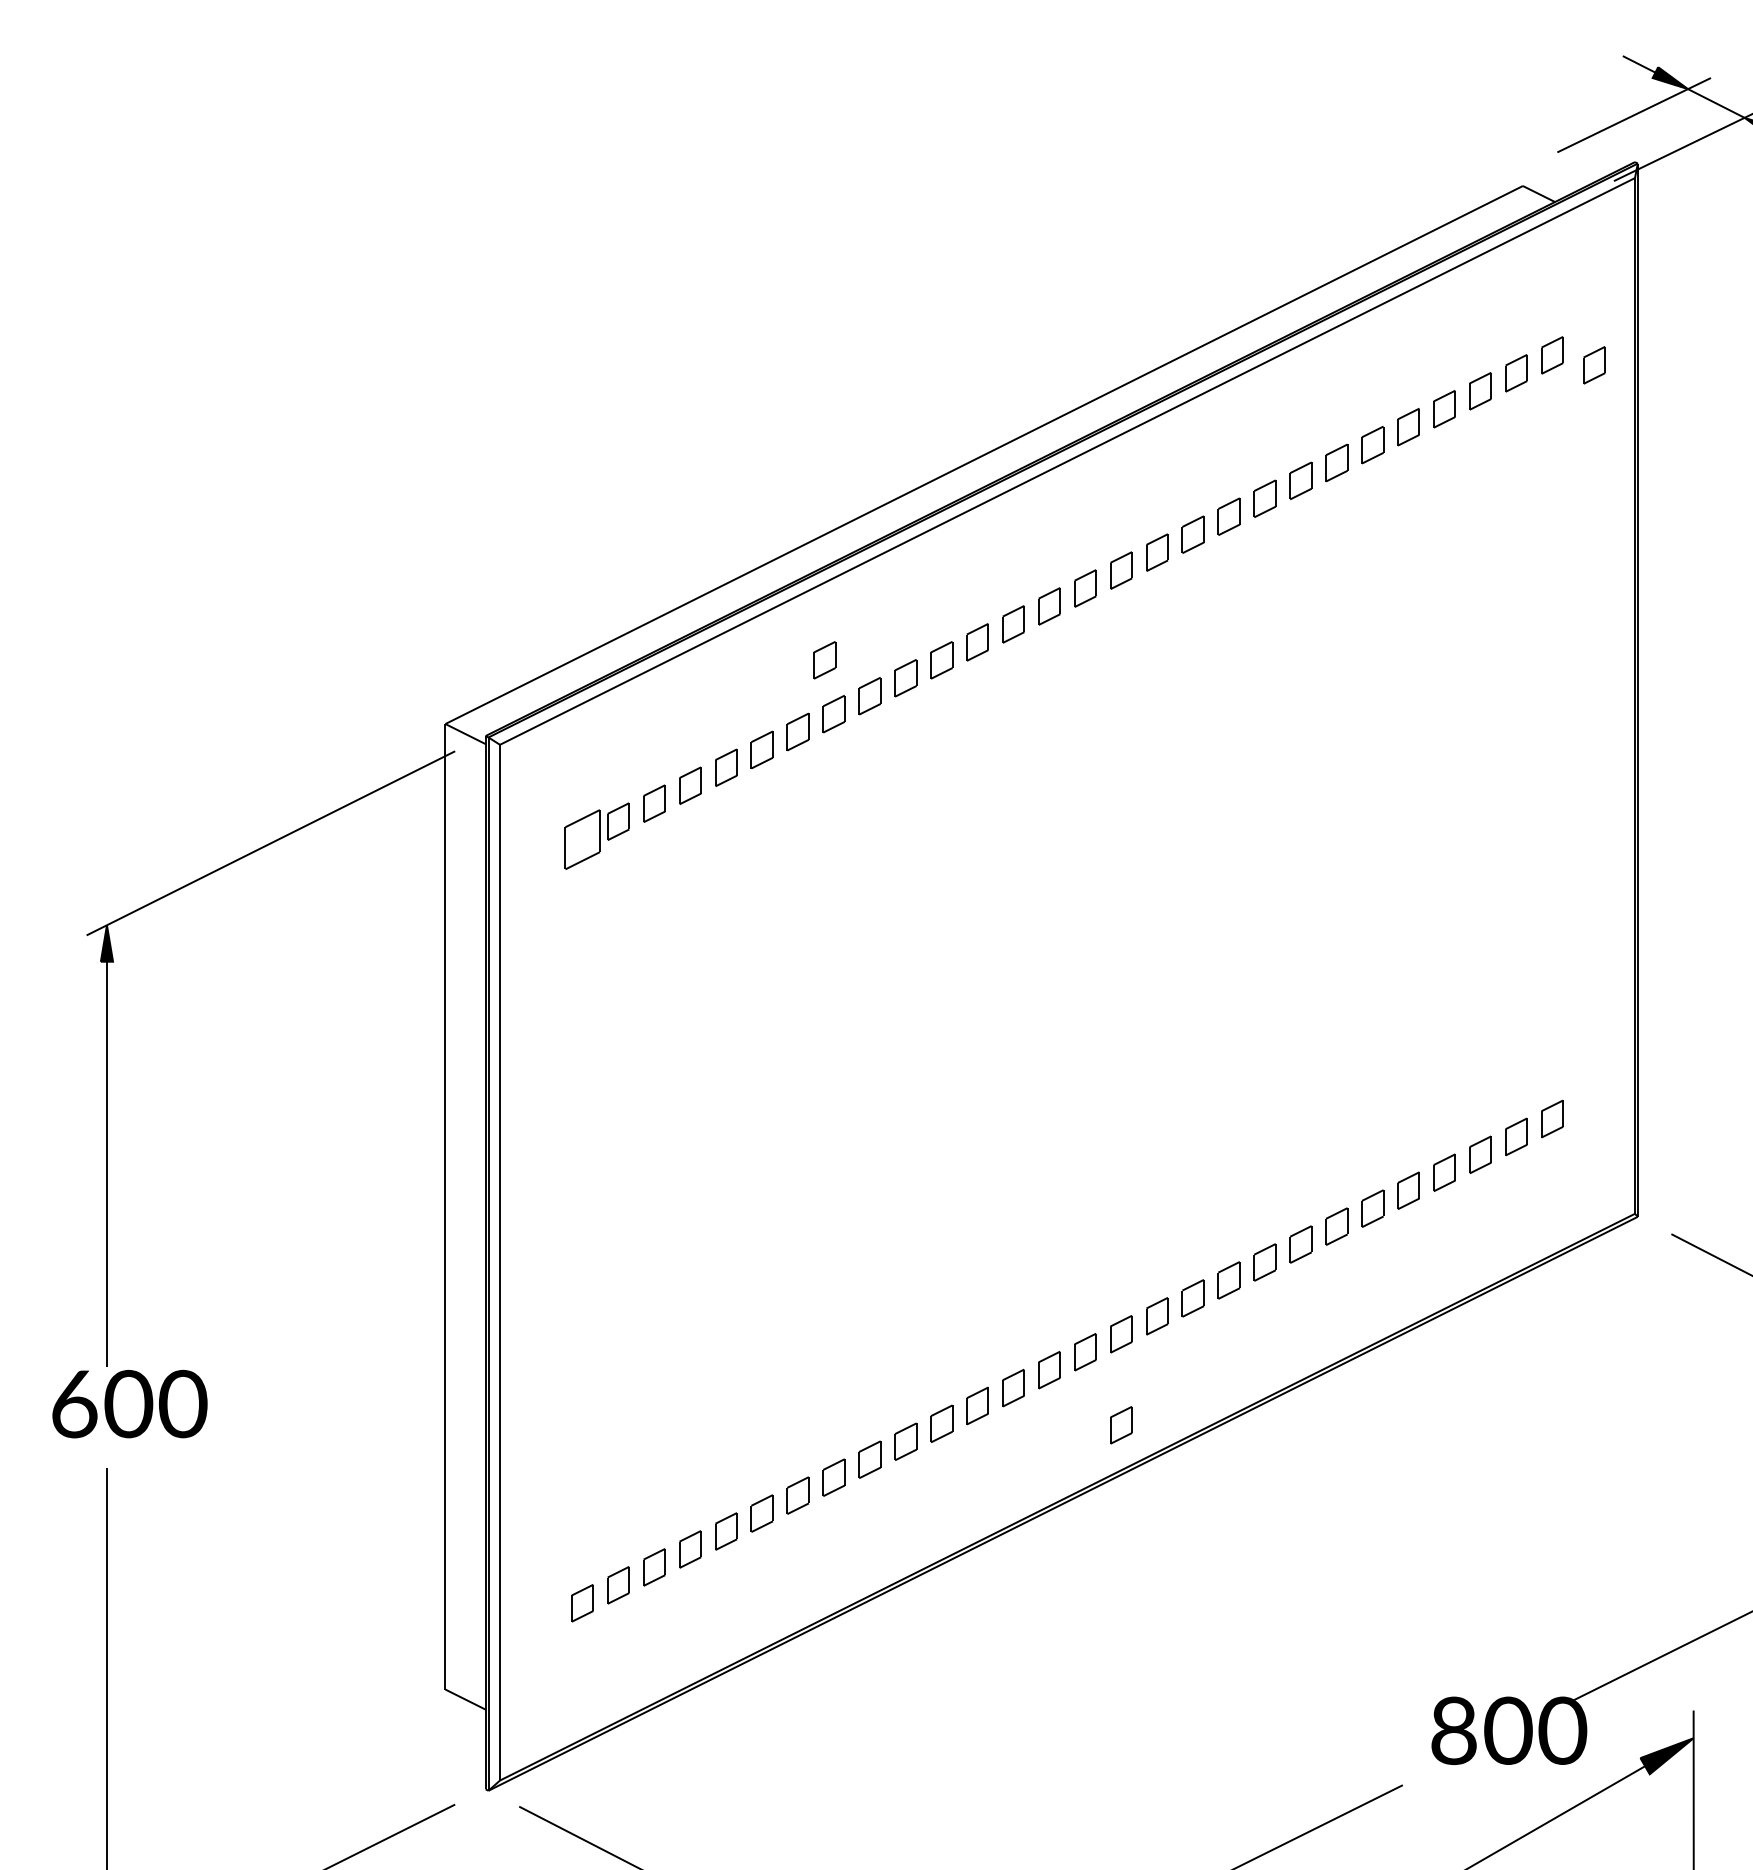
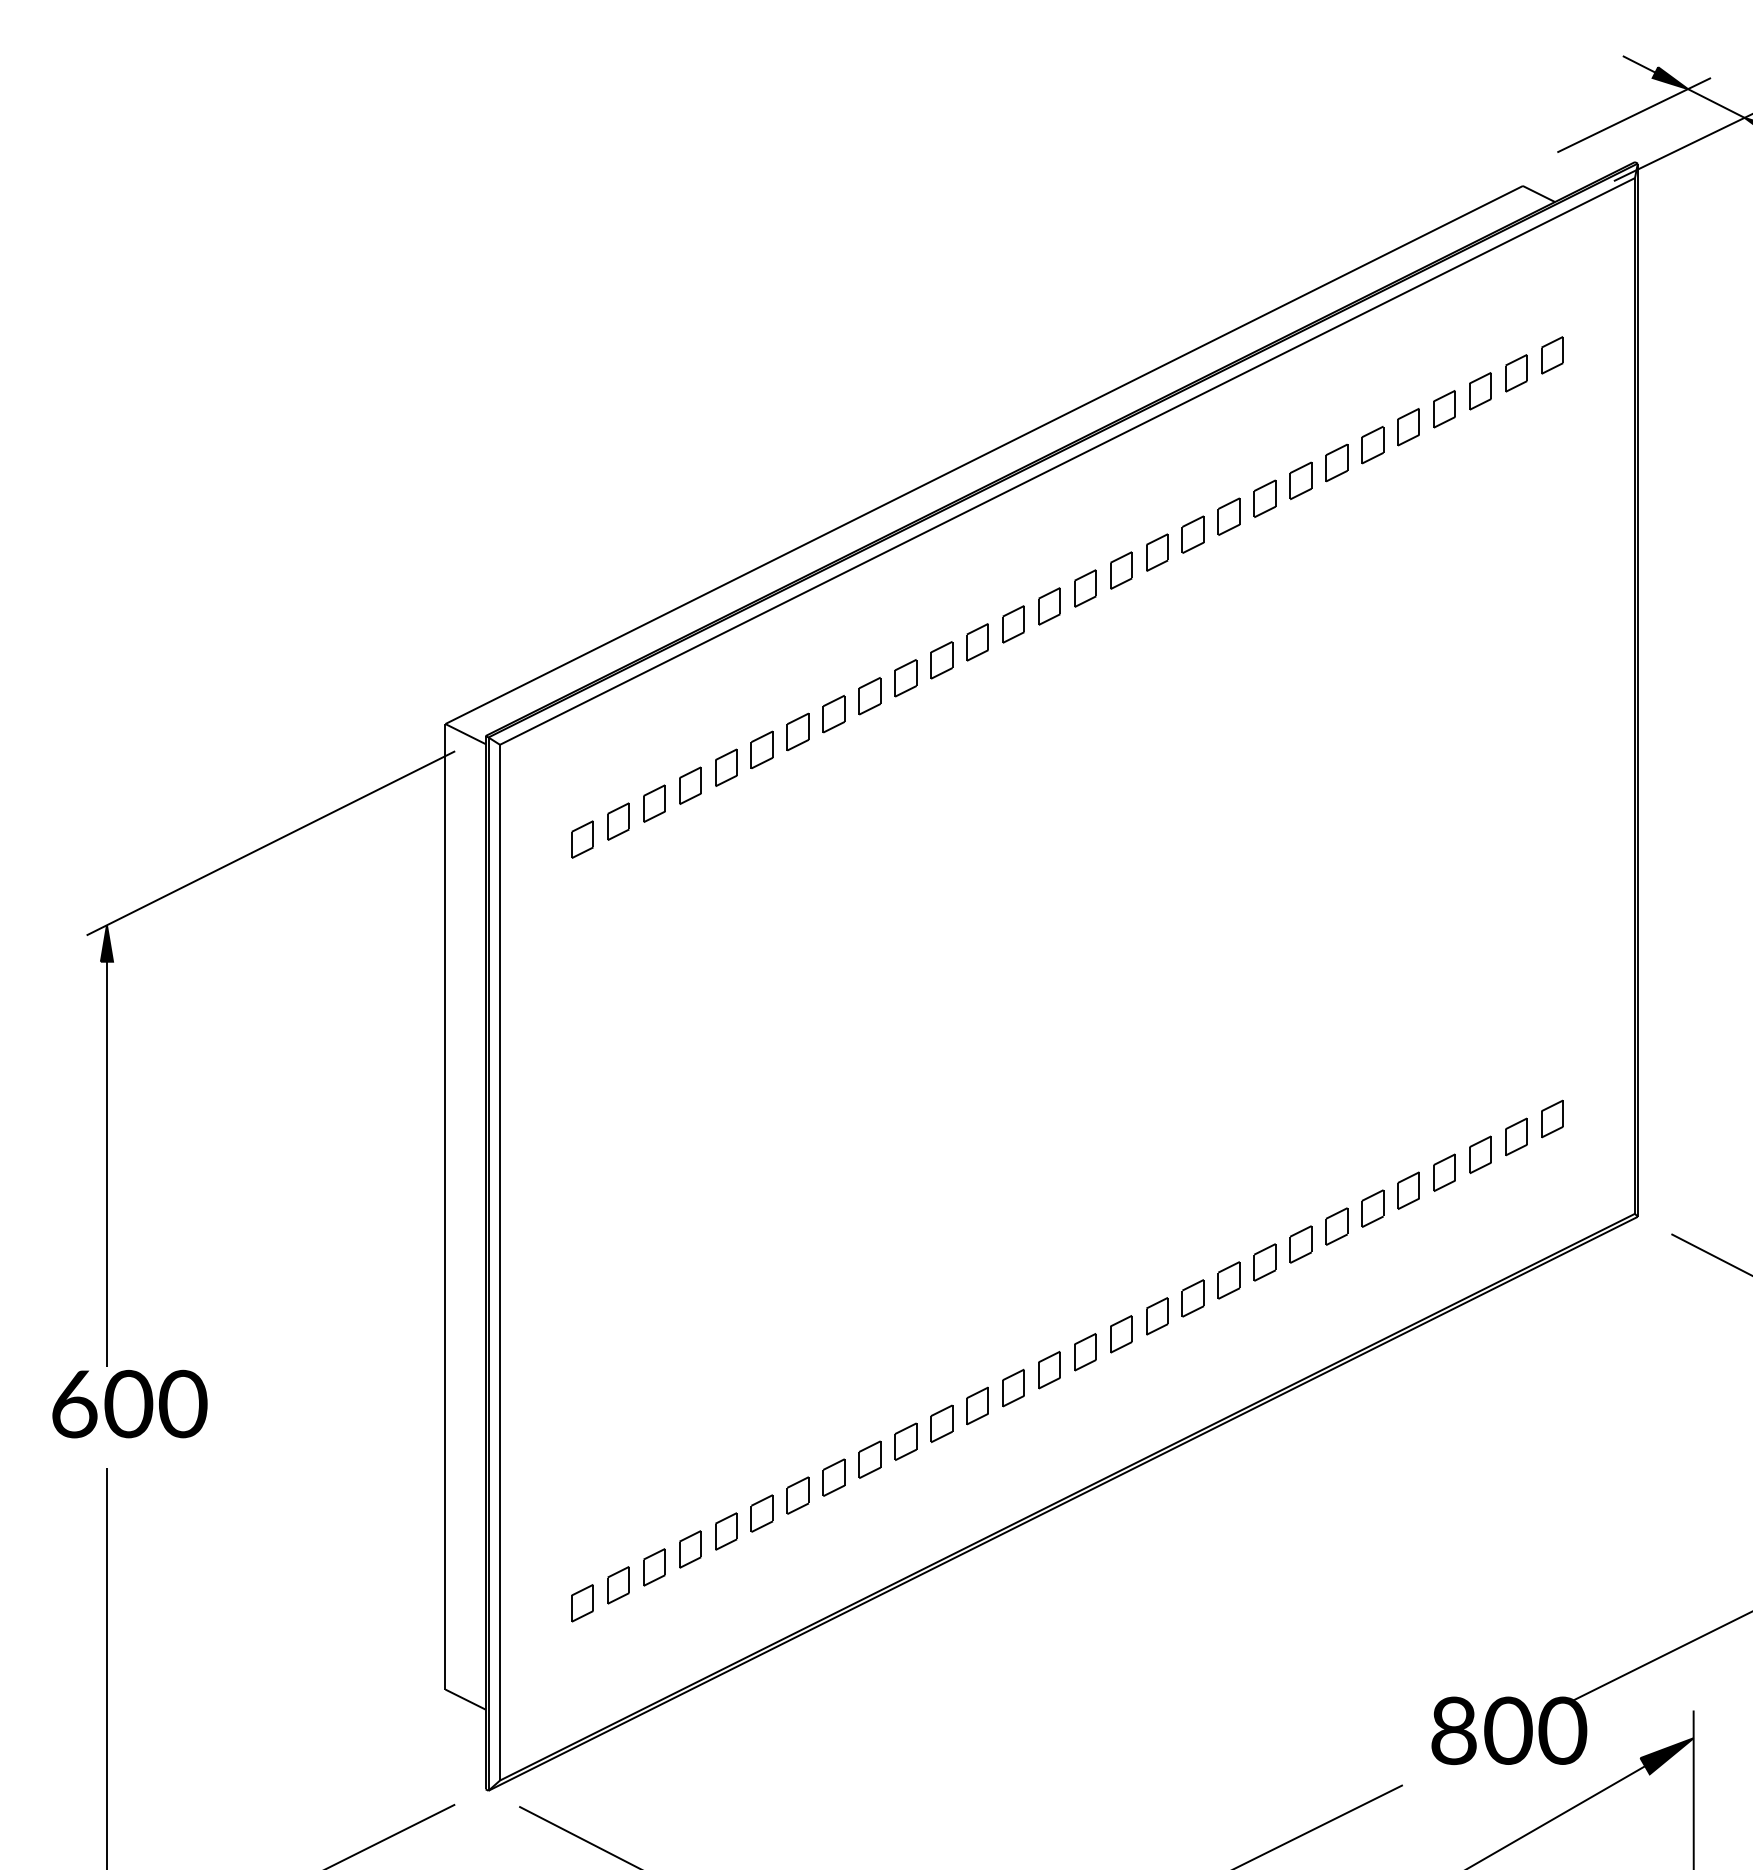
part at (1594, 365): present -> none
part at (824, 660): present -> none
part at (582, 839) size: 37x61 px -> 23x39 px
part at (1121, 1425): present -> none
